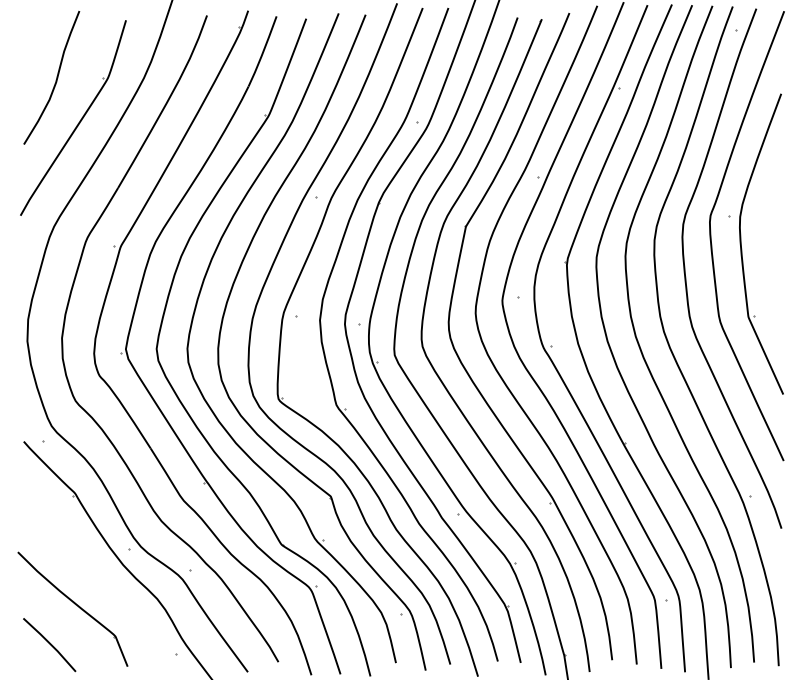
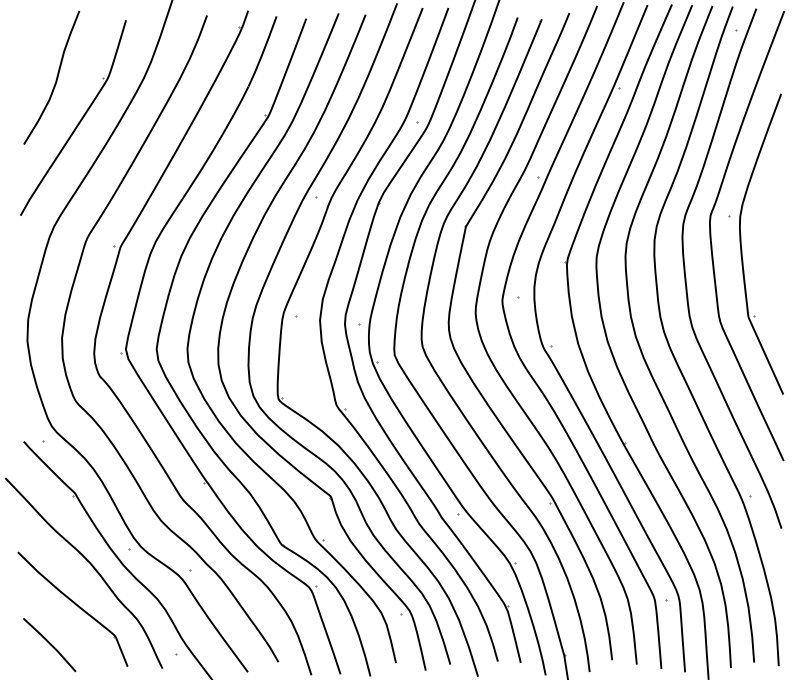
curve at (90, 565): none -> present
